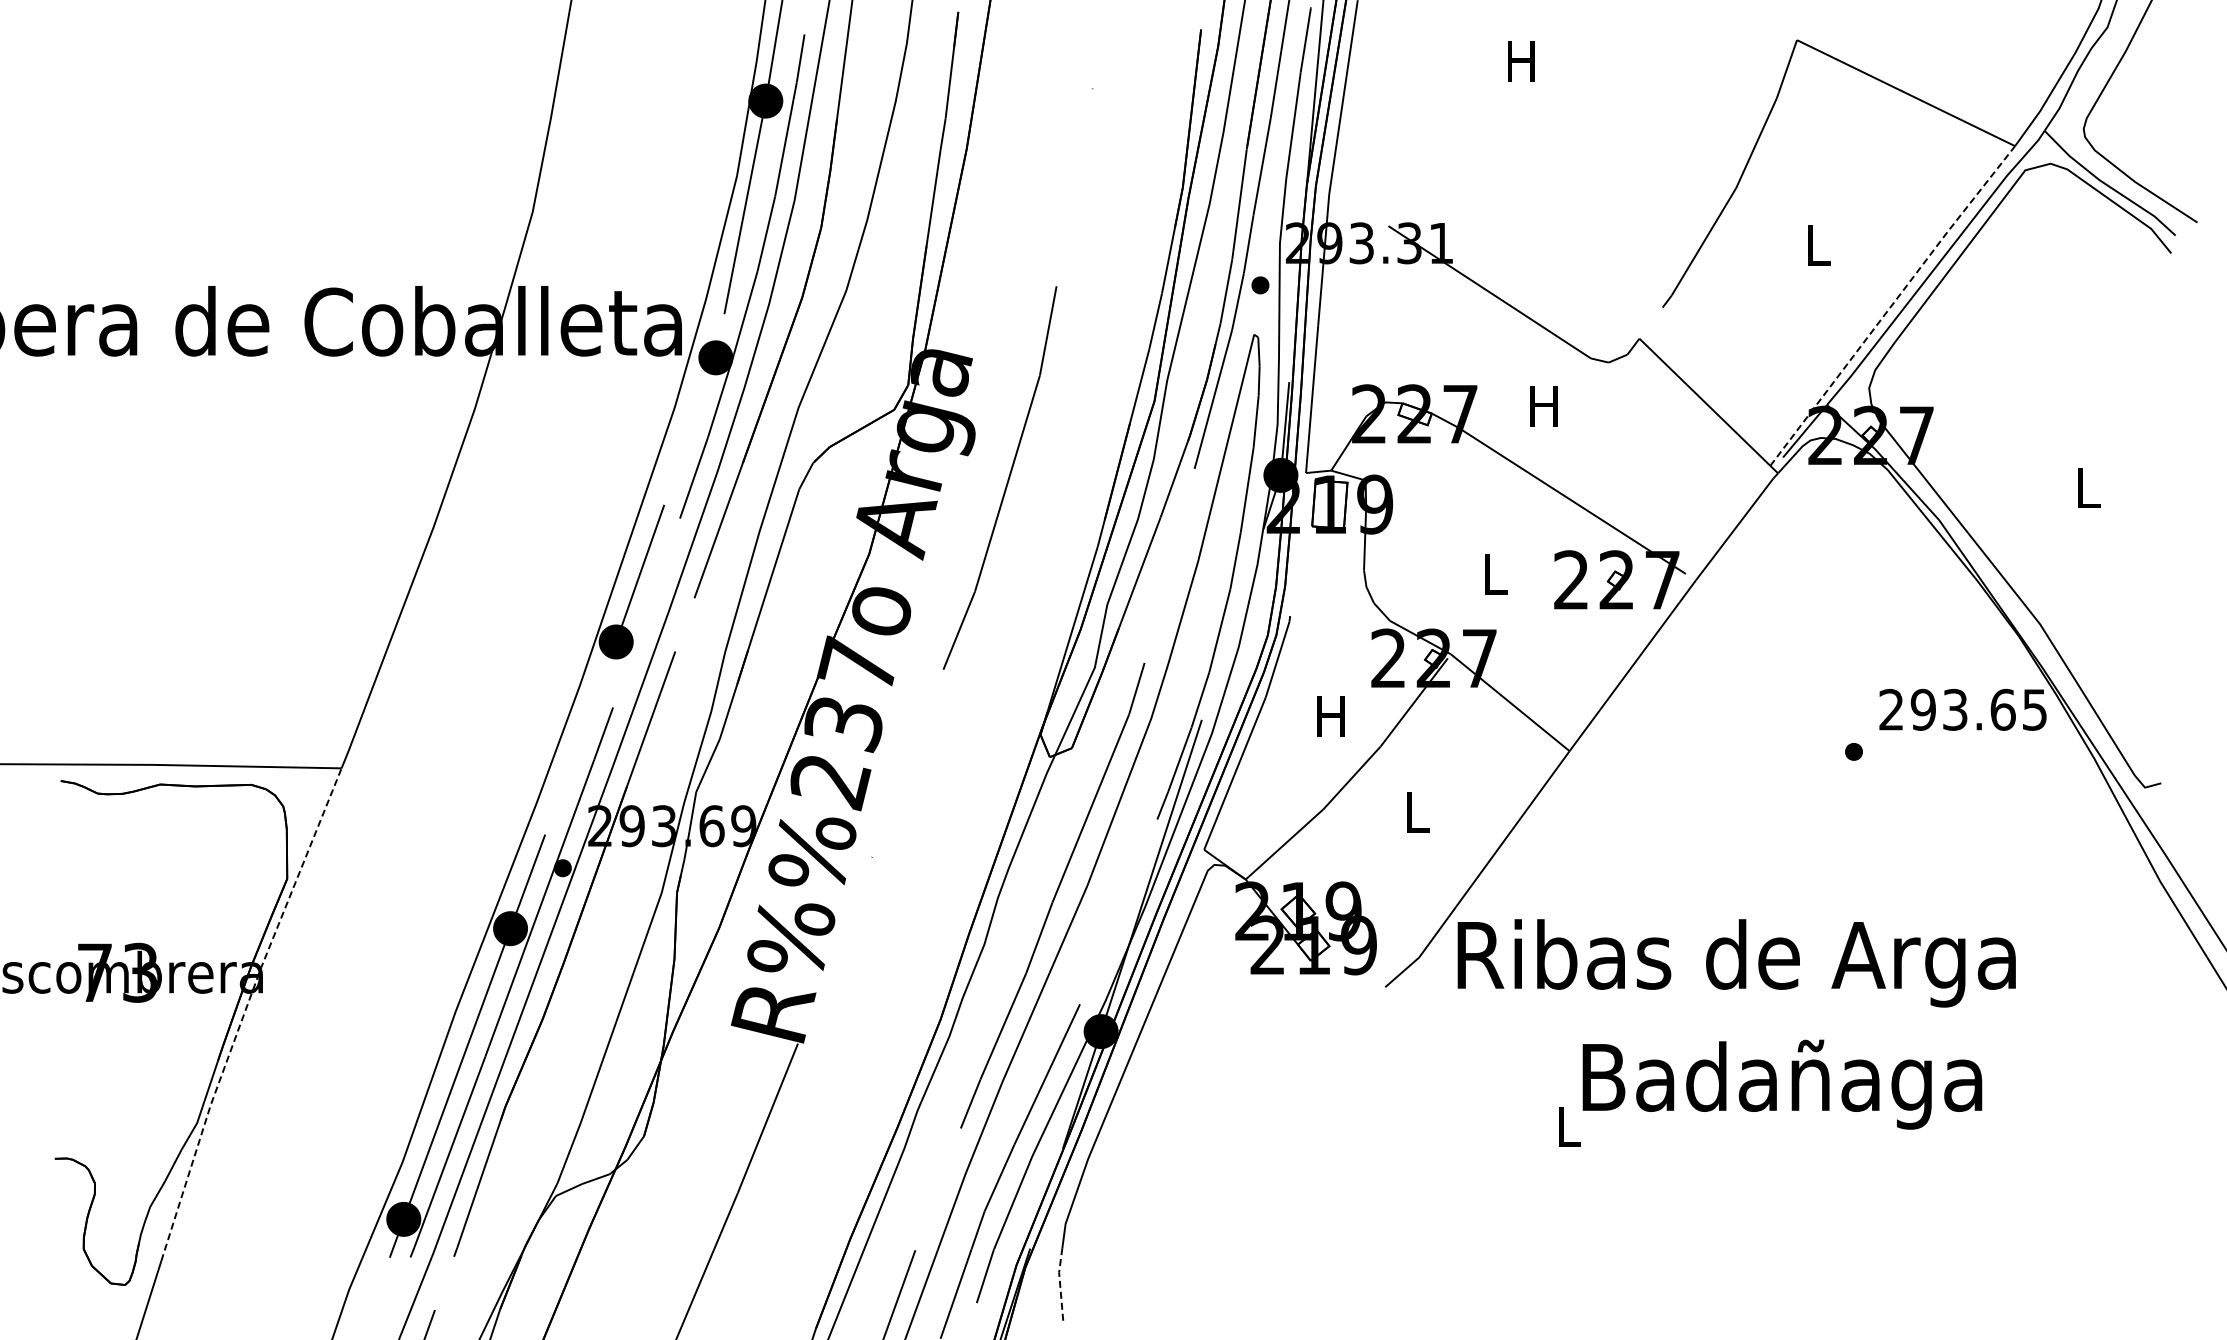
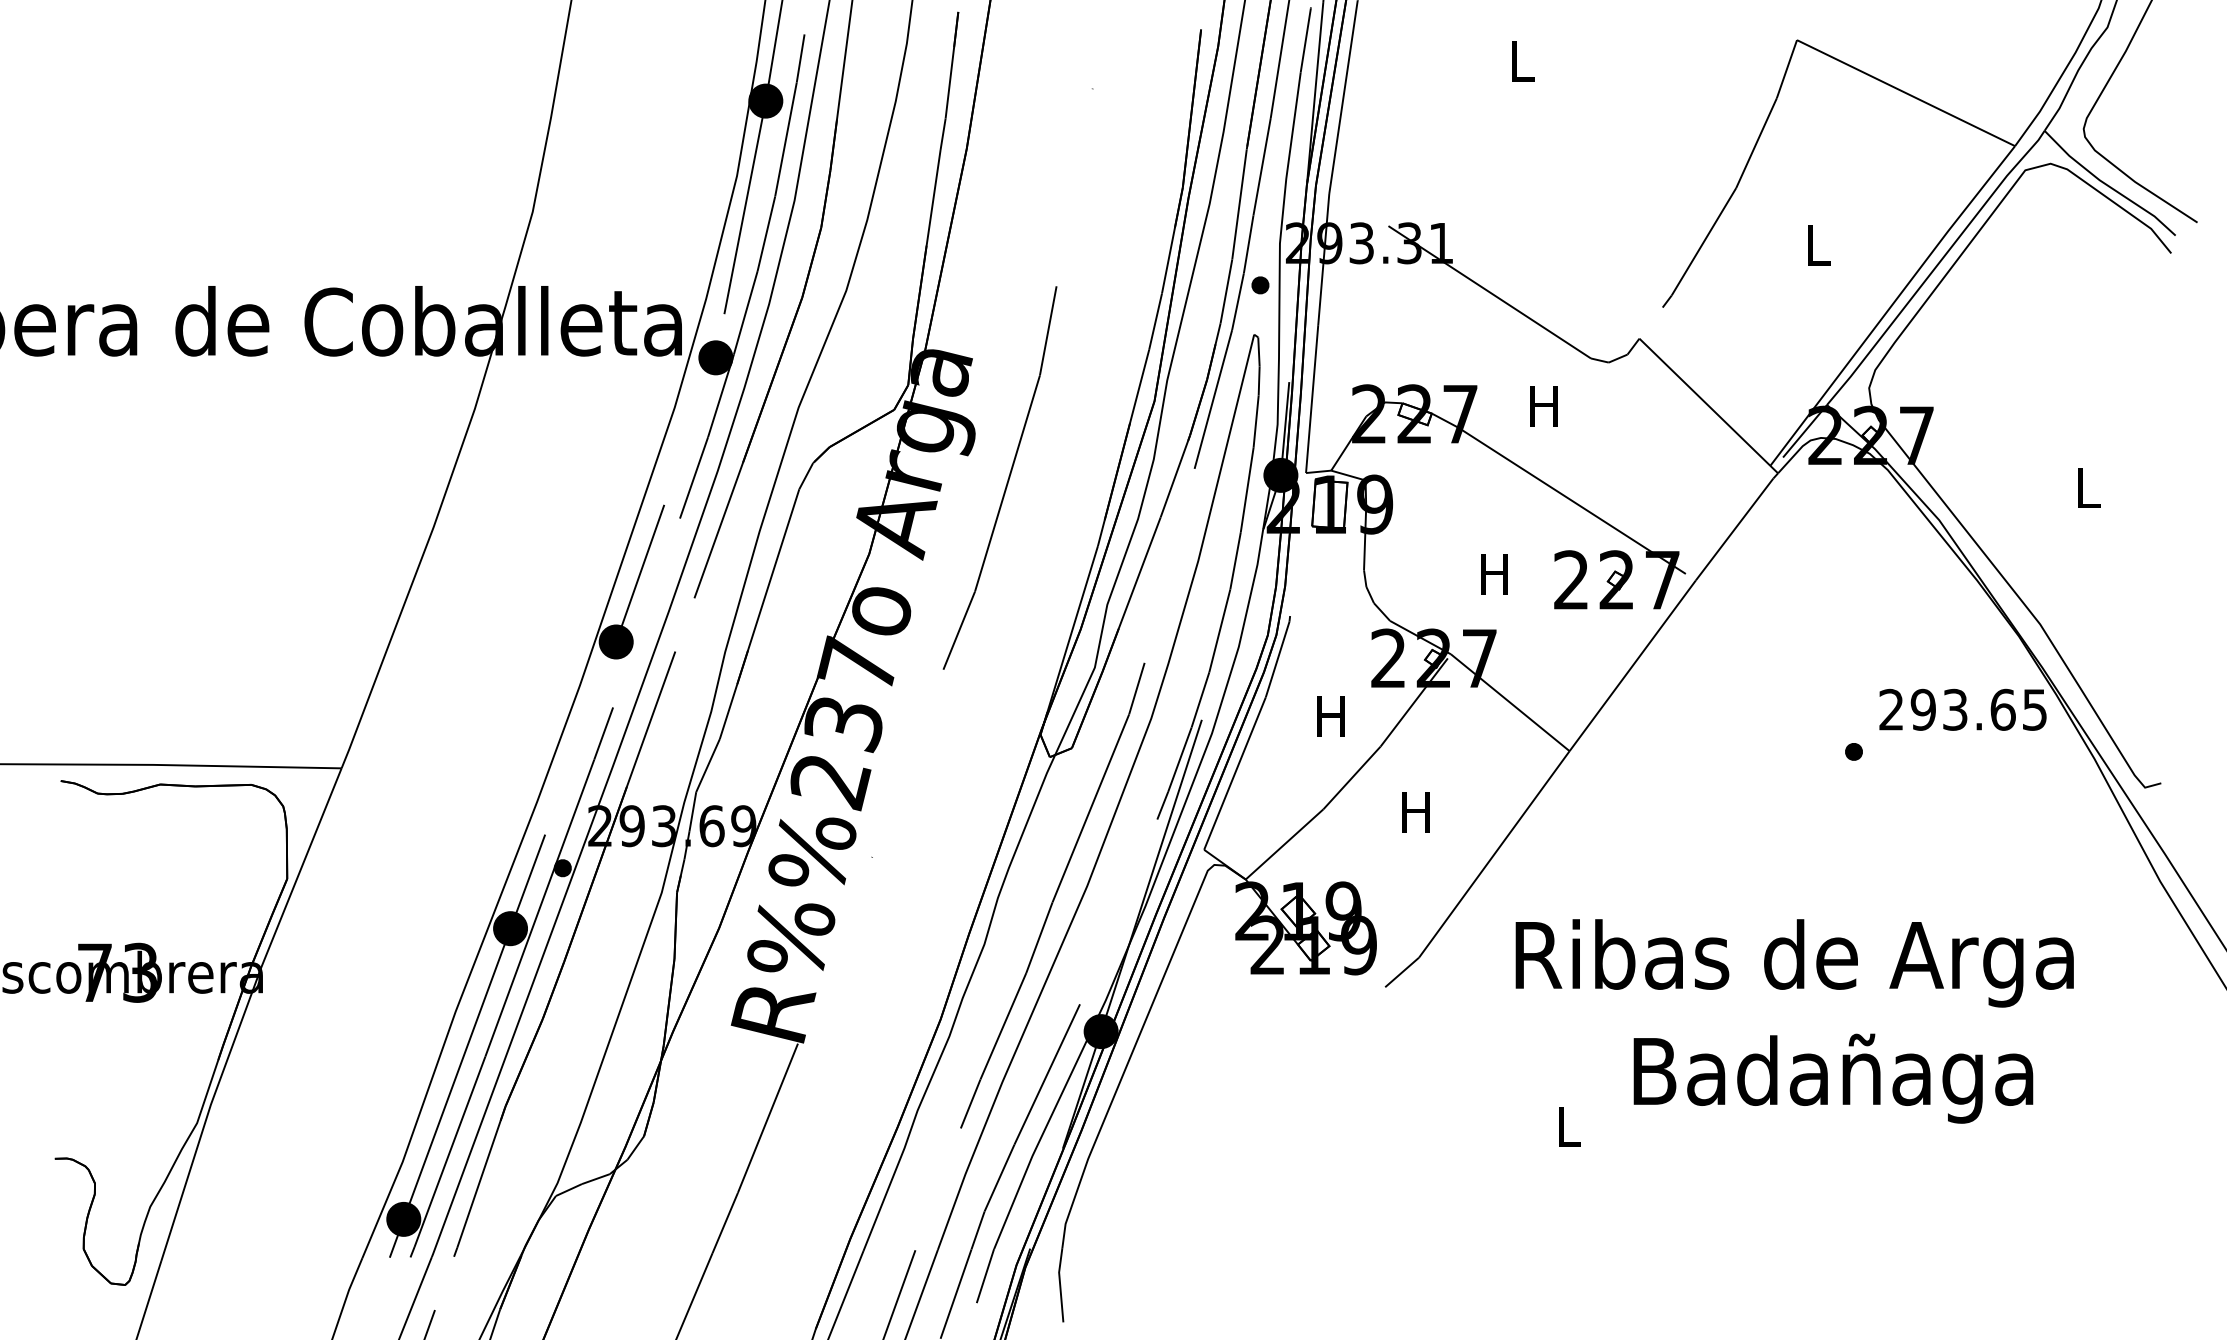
text at (1521, 61): H -> L
line at (1892, 305): dashed -> solid
text at (1494, 574): L -> H
text at (1415, 812): L -> H
text at (1736, 963) position: (1736, 963) -> (1794, 963)
line at (244, 1012): dashed -> solid
text at (1782, 1084) position: (1782, 1084) -> (1833, 1078)
line at (1060, 1285): dashed -> solid
